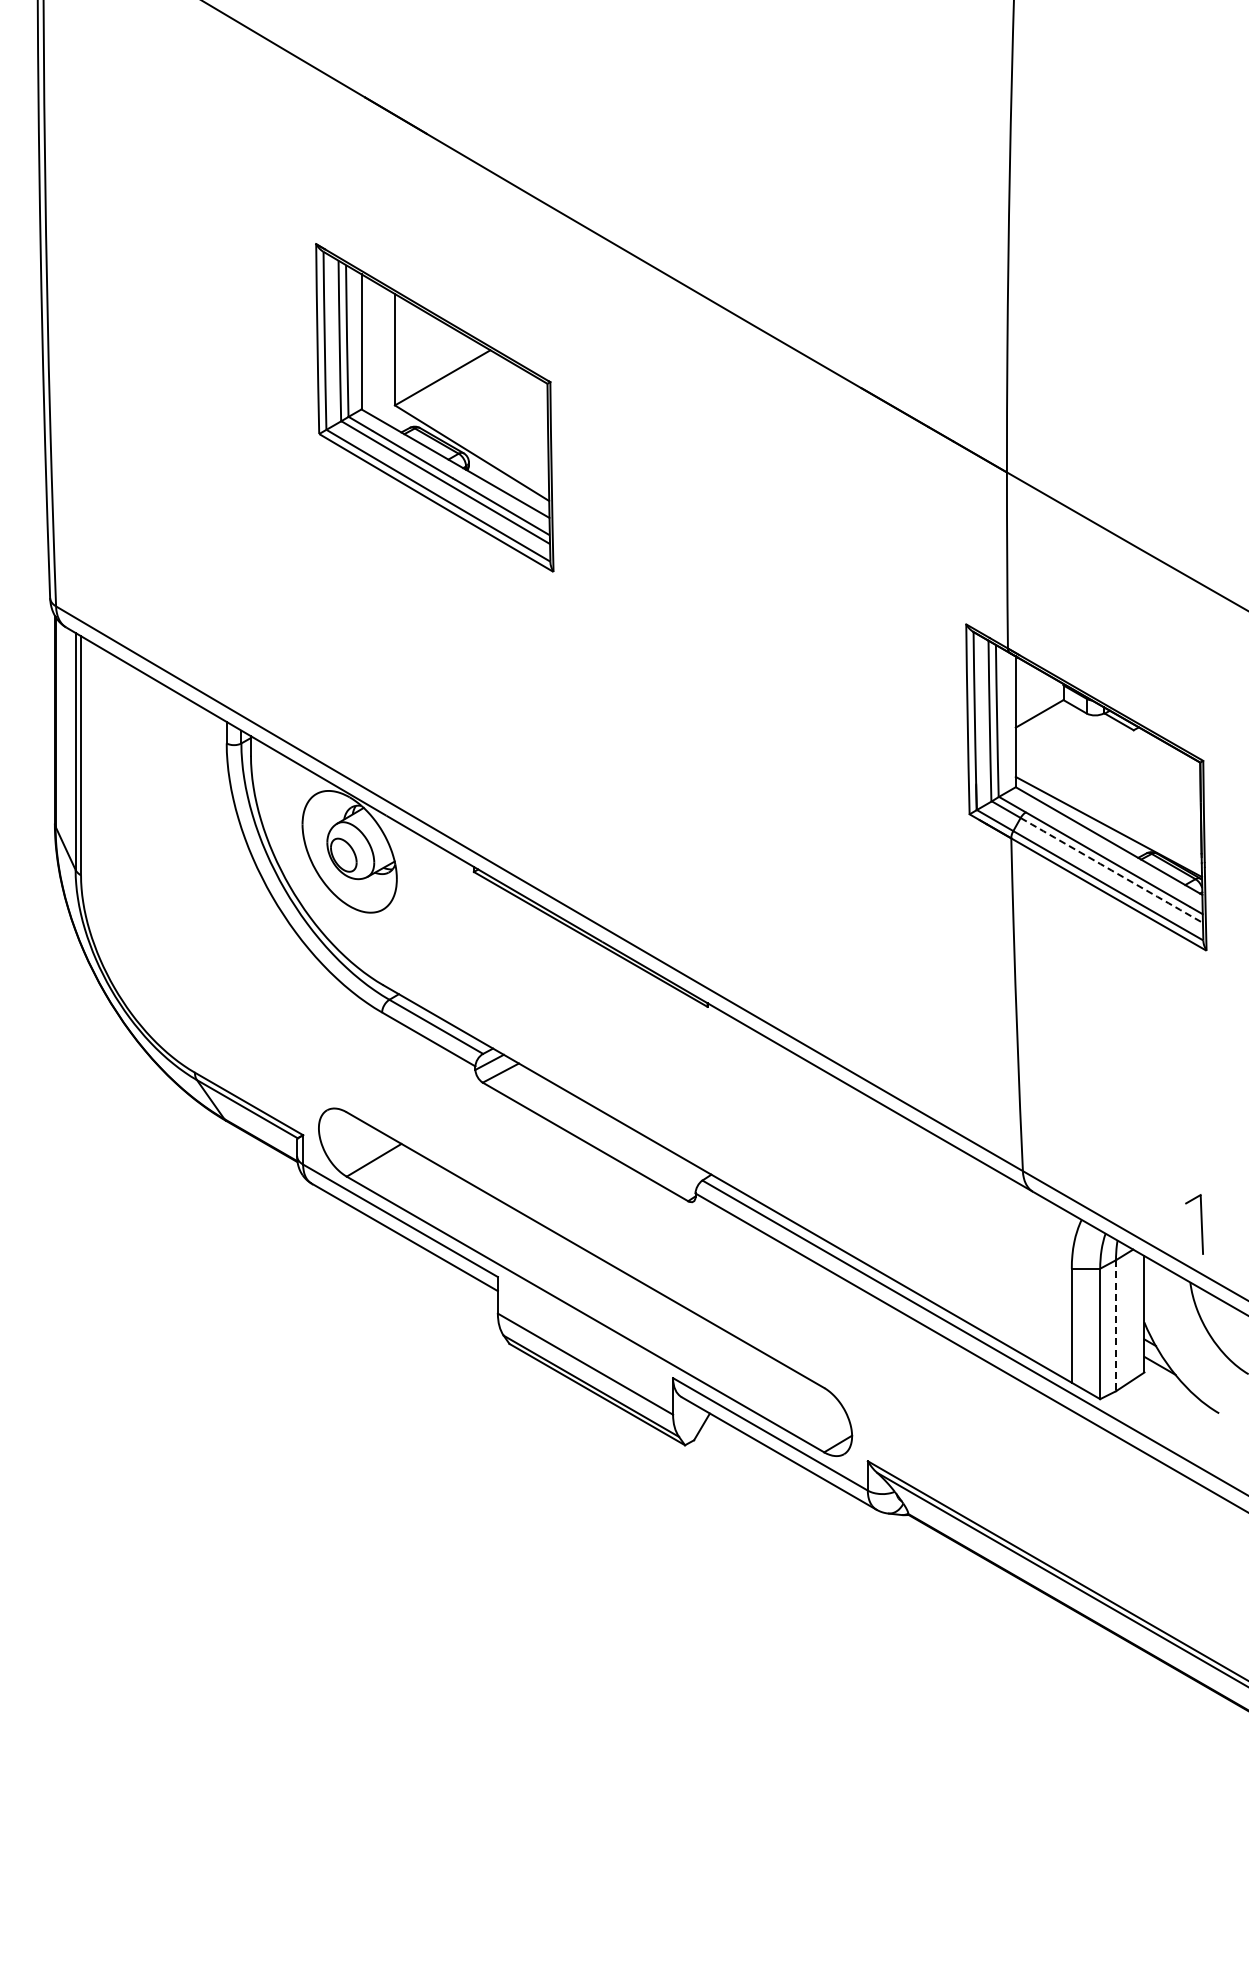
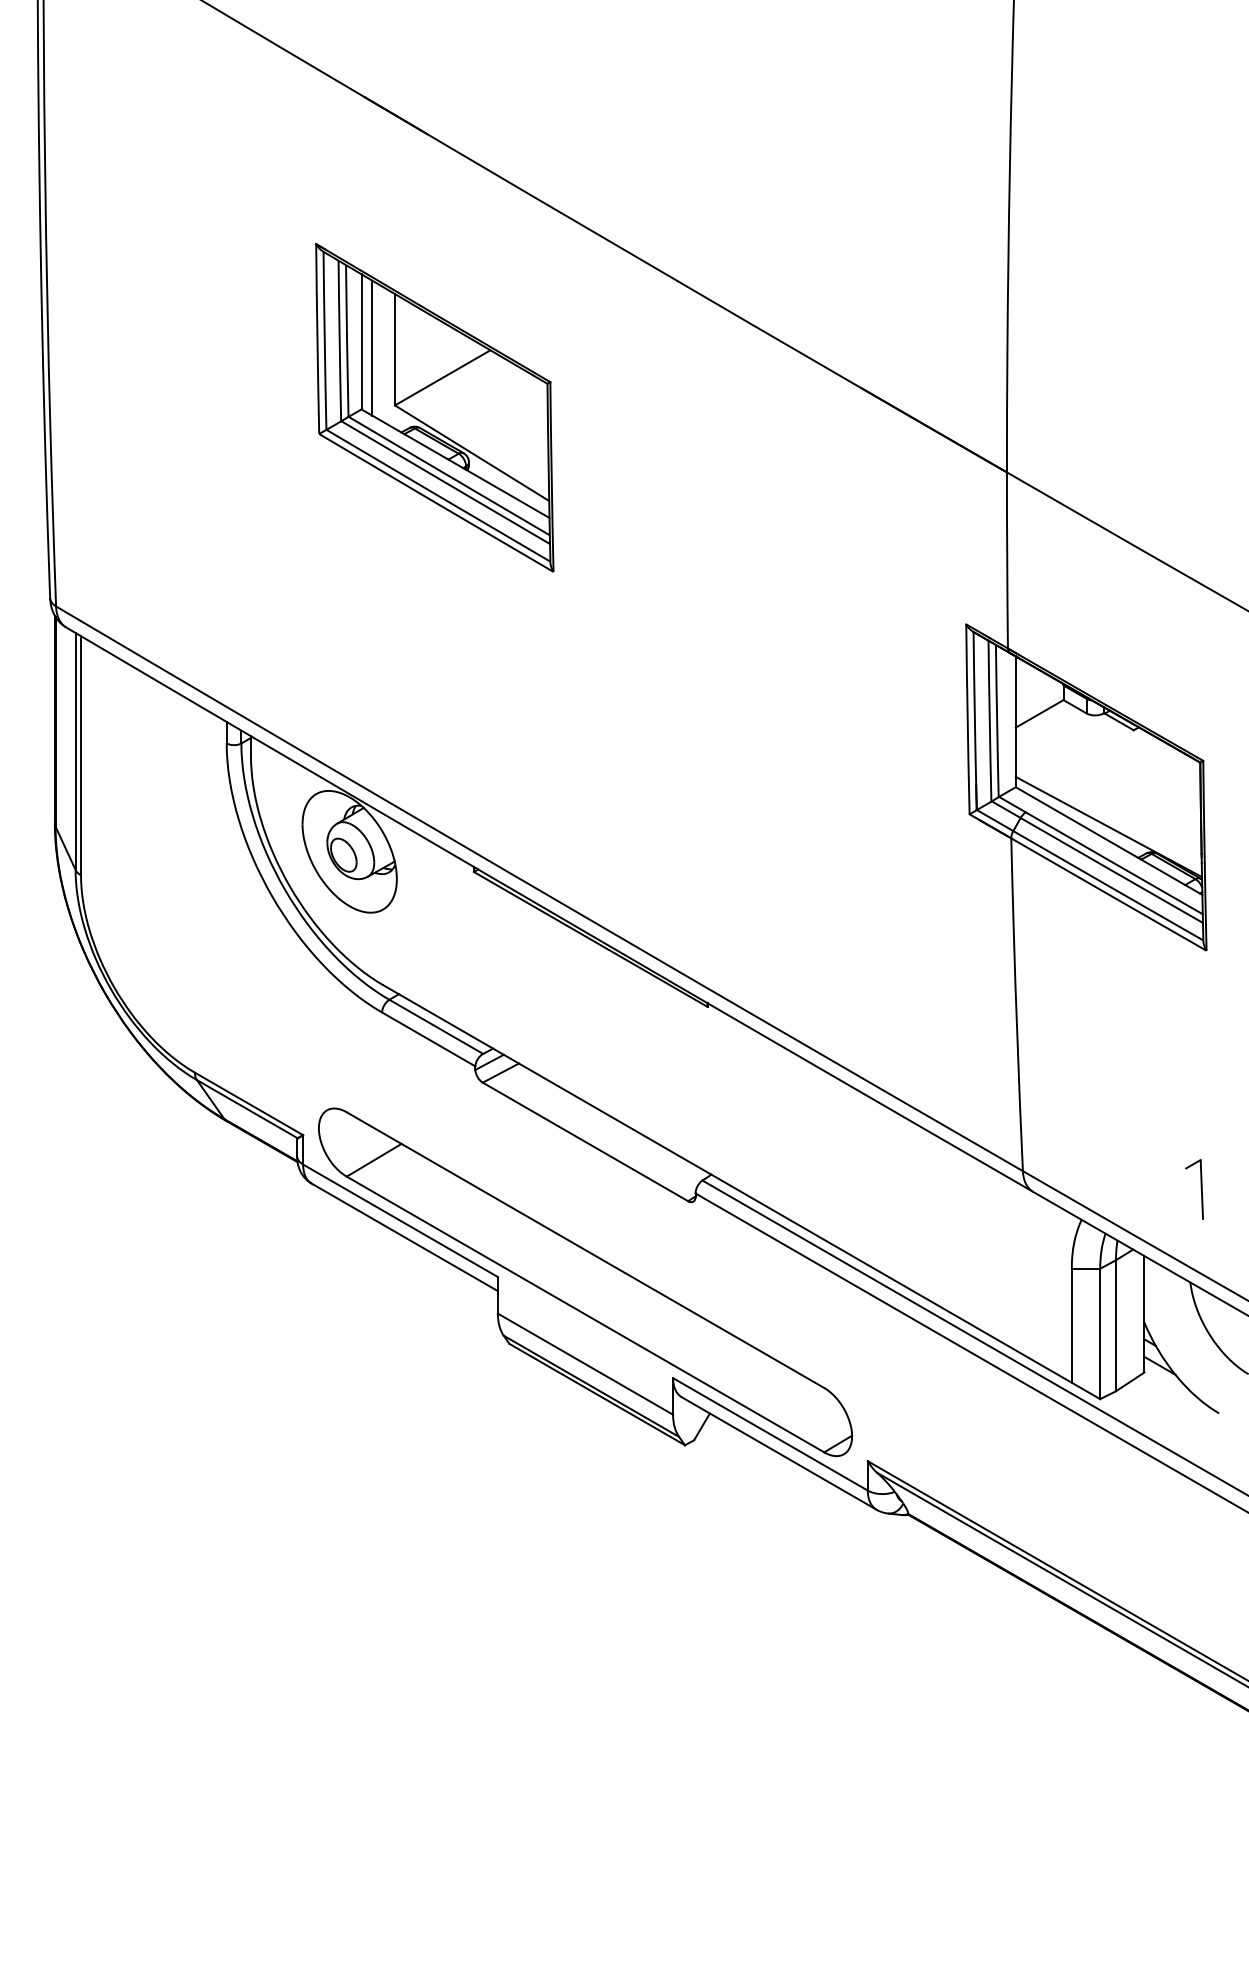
line at (372, 347): none -> present
arc at (1111, 870): dashed -> solid
part at (1200, 1223) position: (1200, 1223) -> (1200, 1188)
line at (1116, 1325): dashed -> solid
